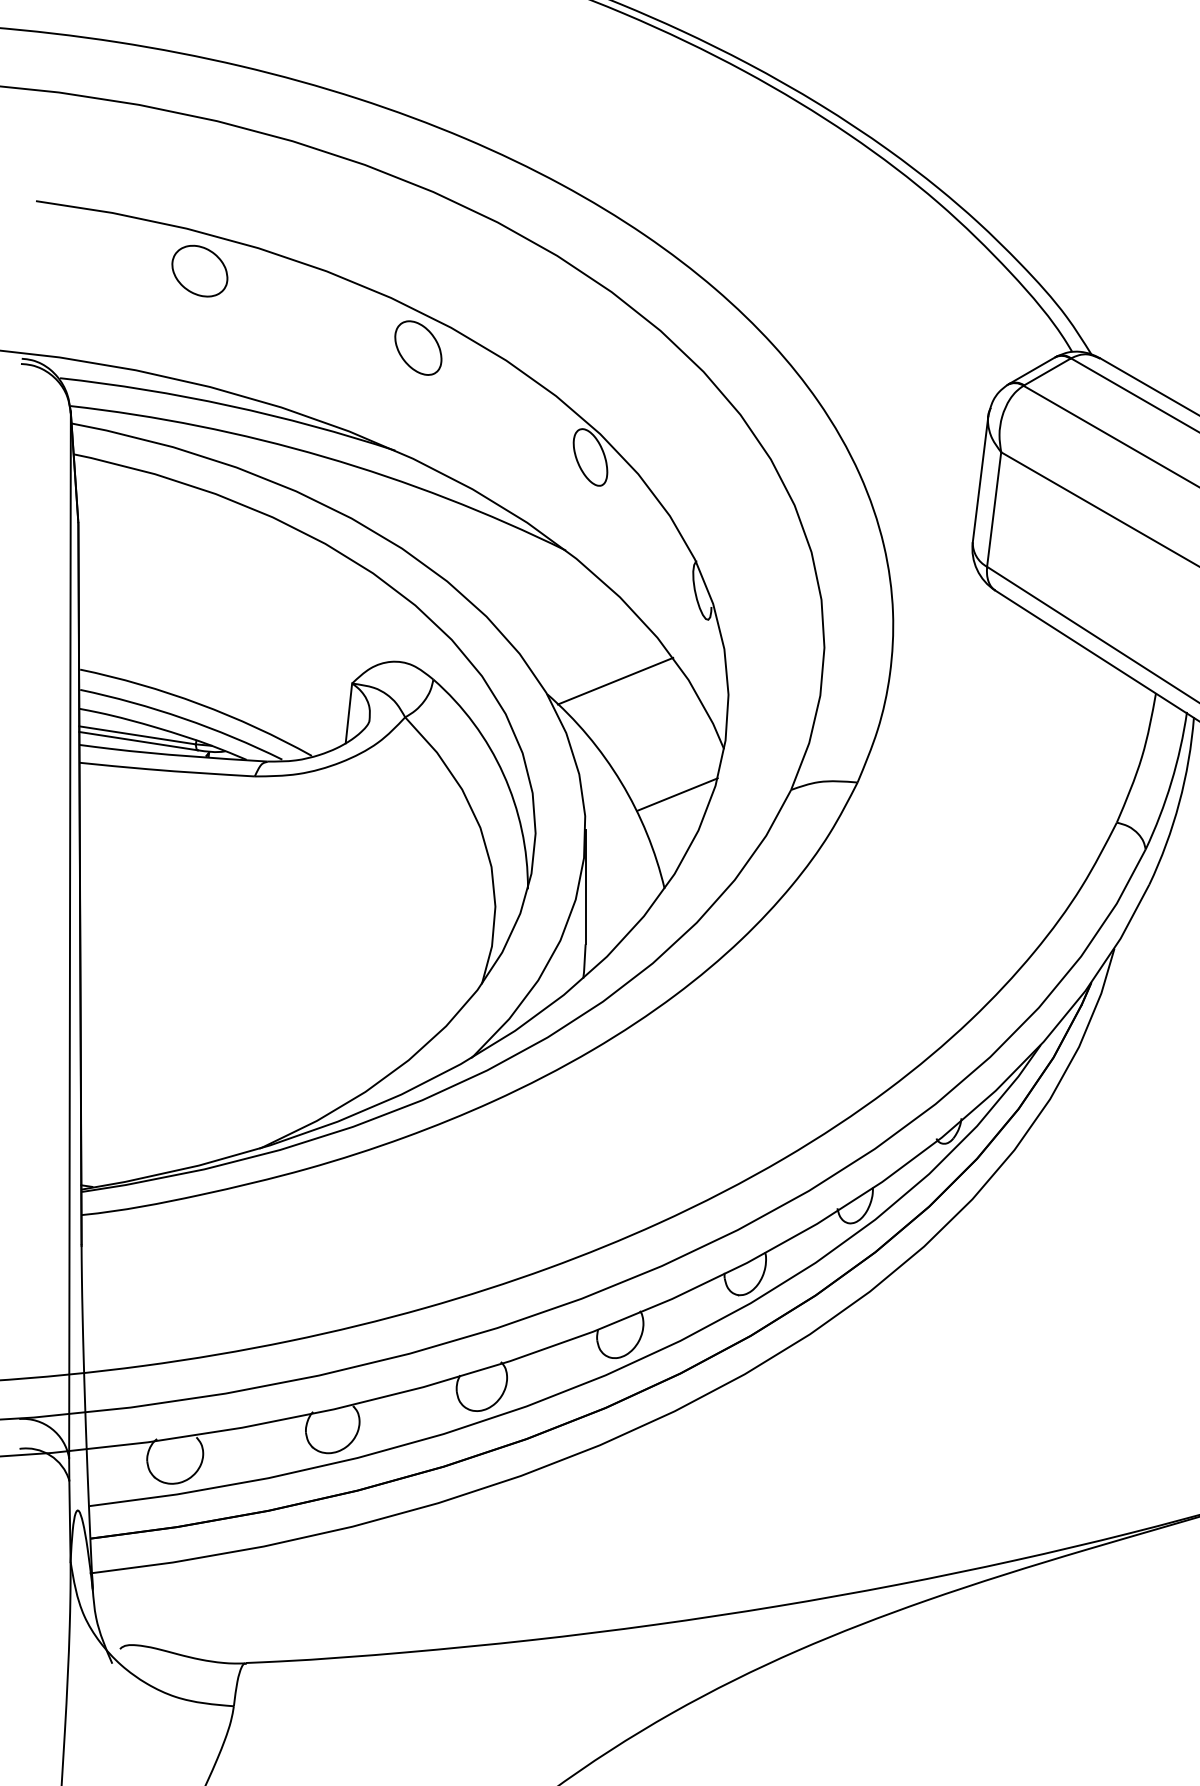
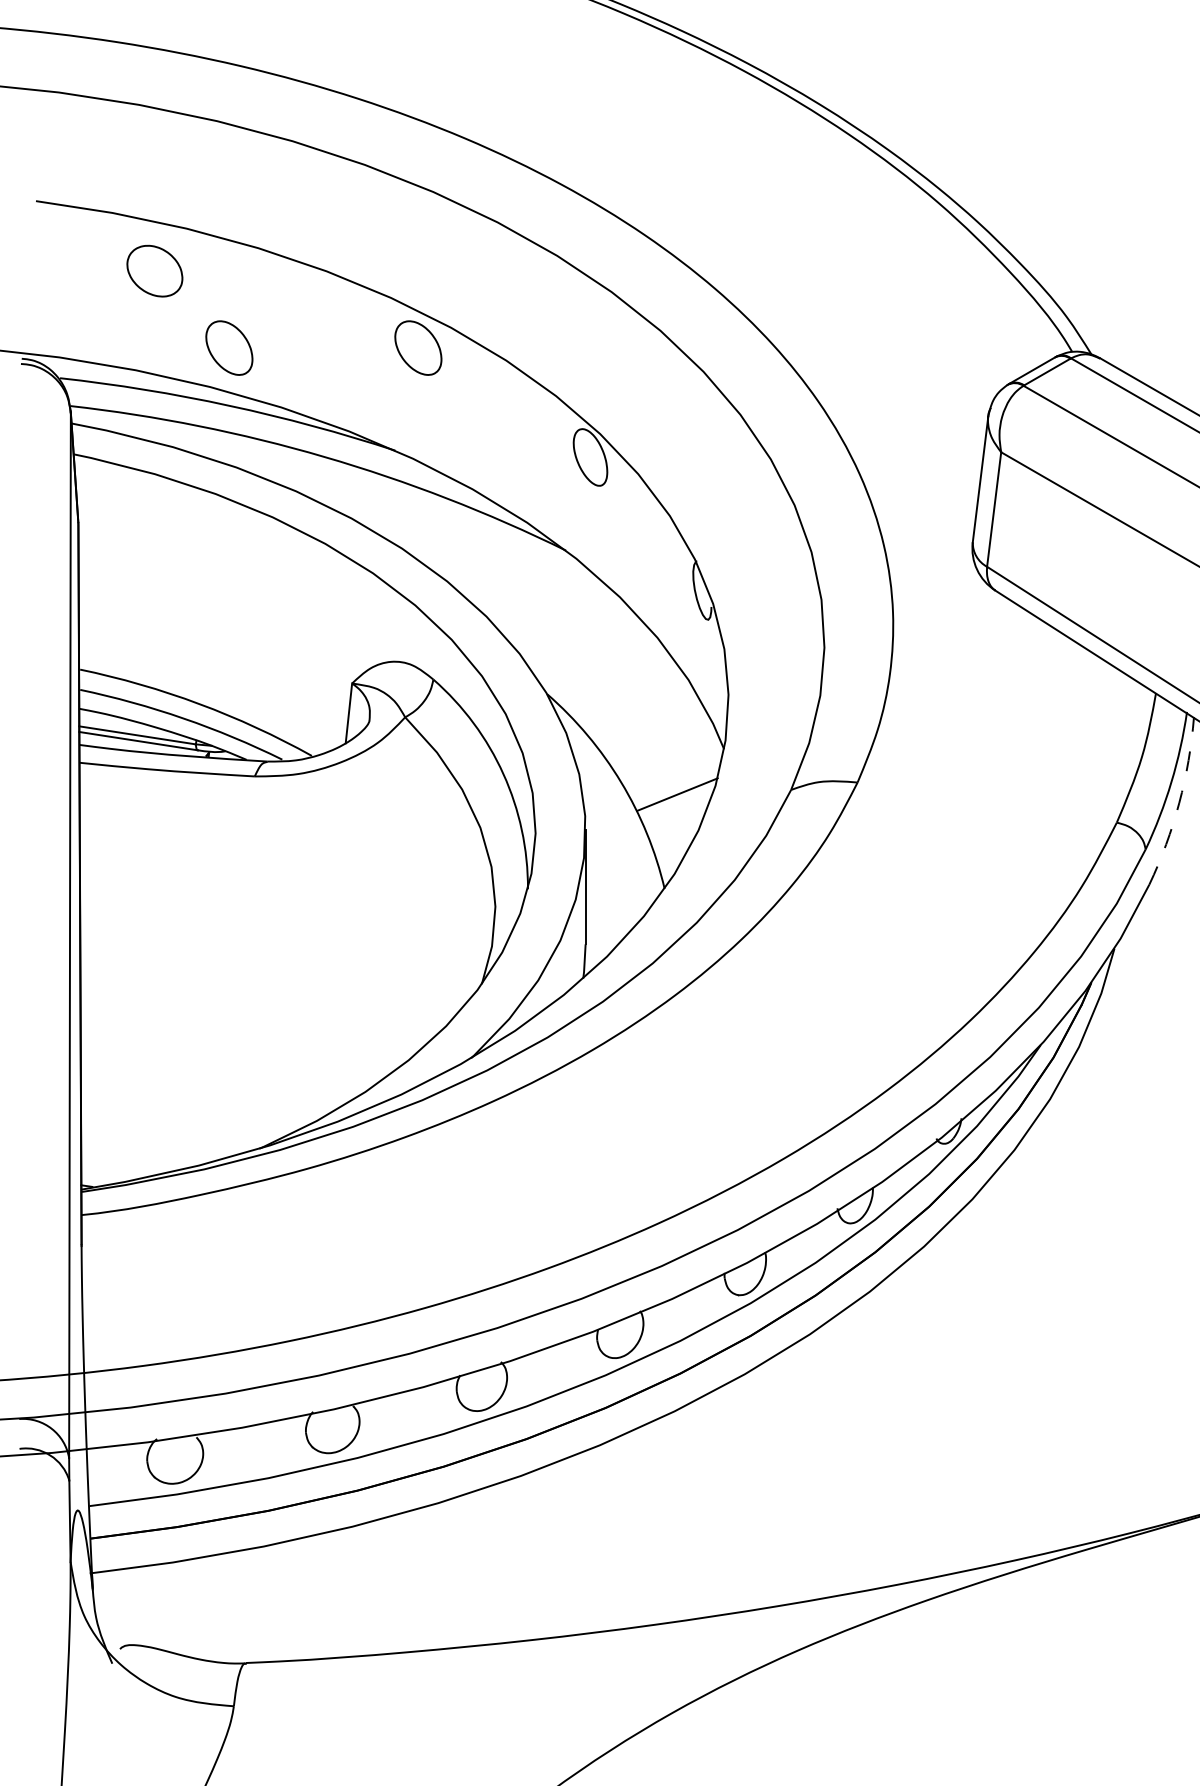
part at (199, 270) position: (199, 270) -> (154, 270)
part at (229, 347): none -> present
line at (615, 680): present -> none
arc at (1179, 803): solid -> dashed
